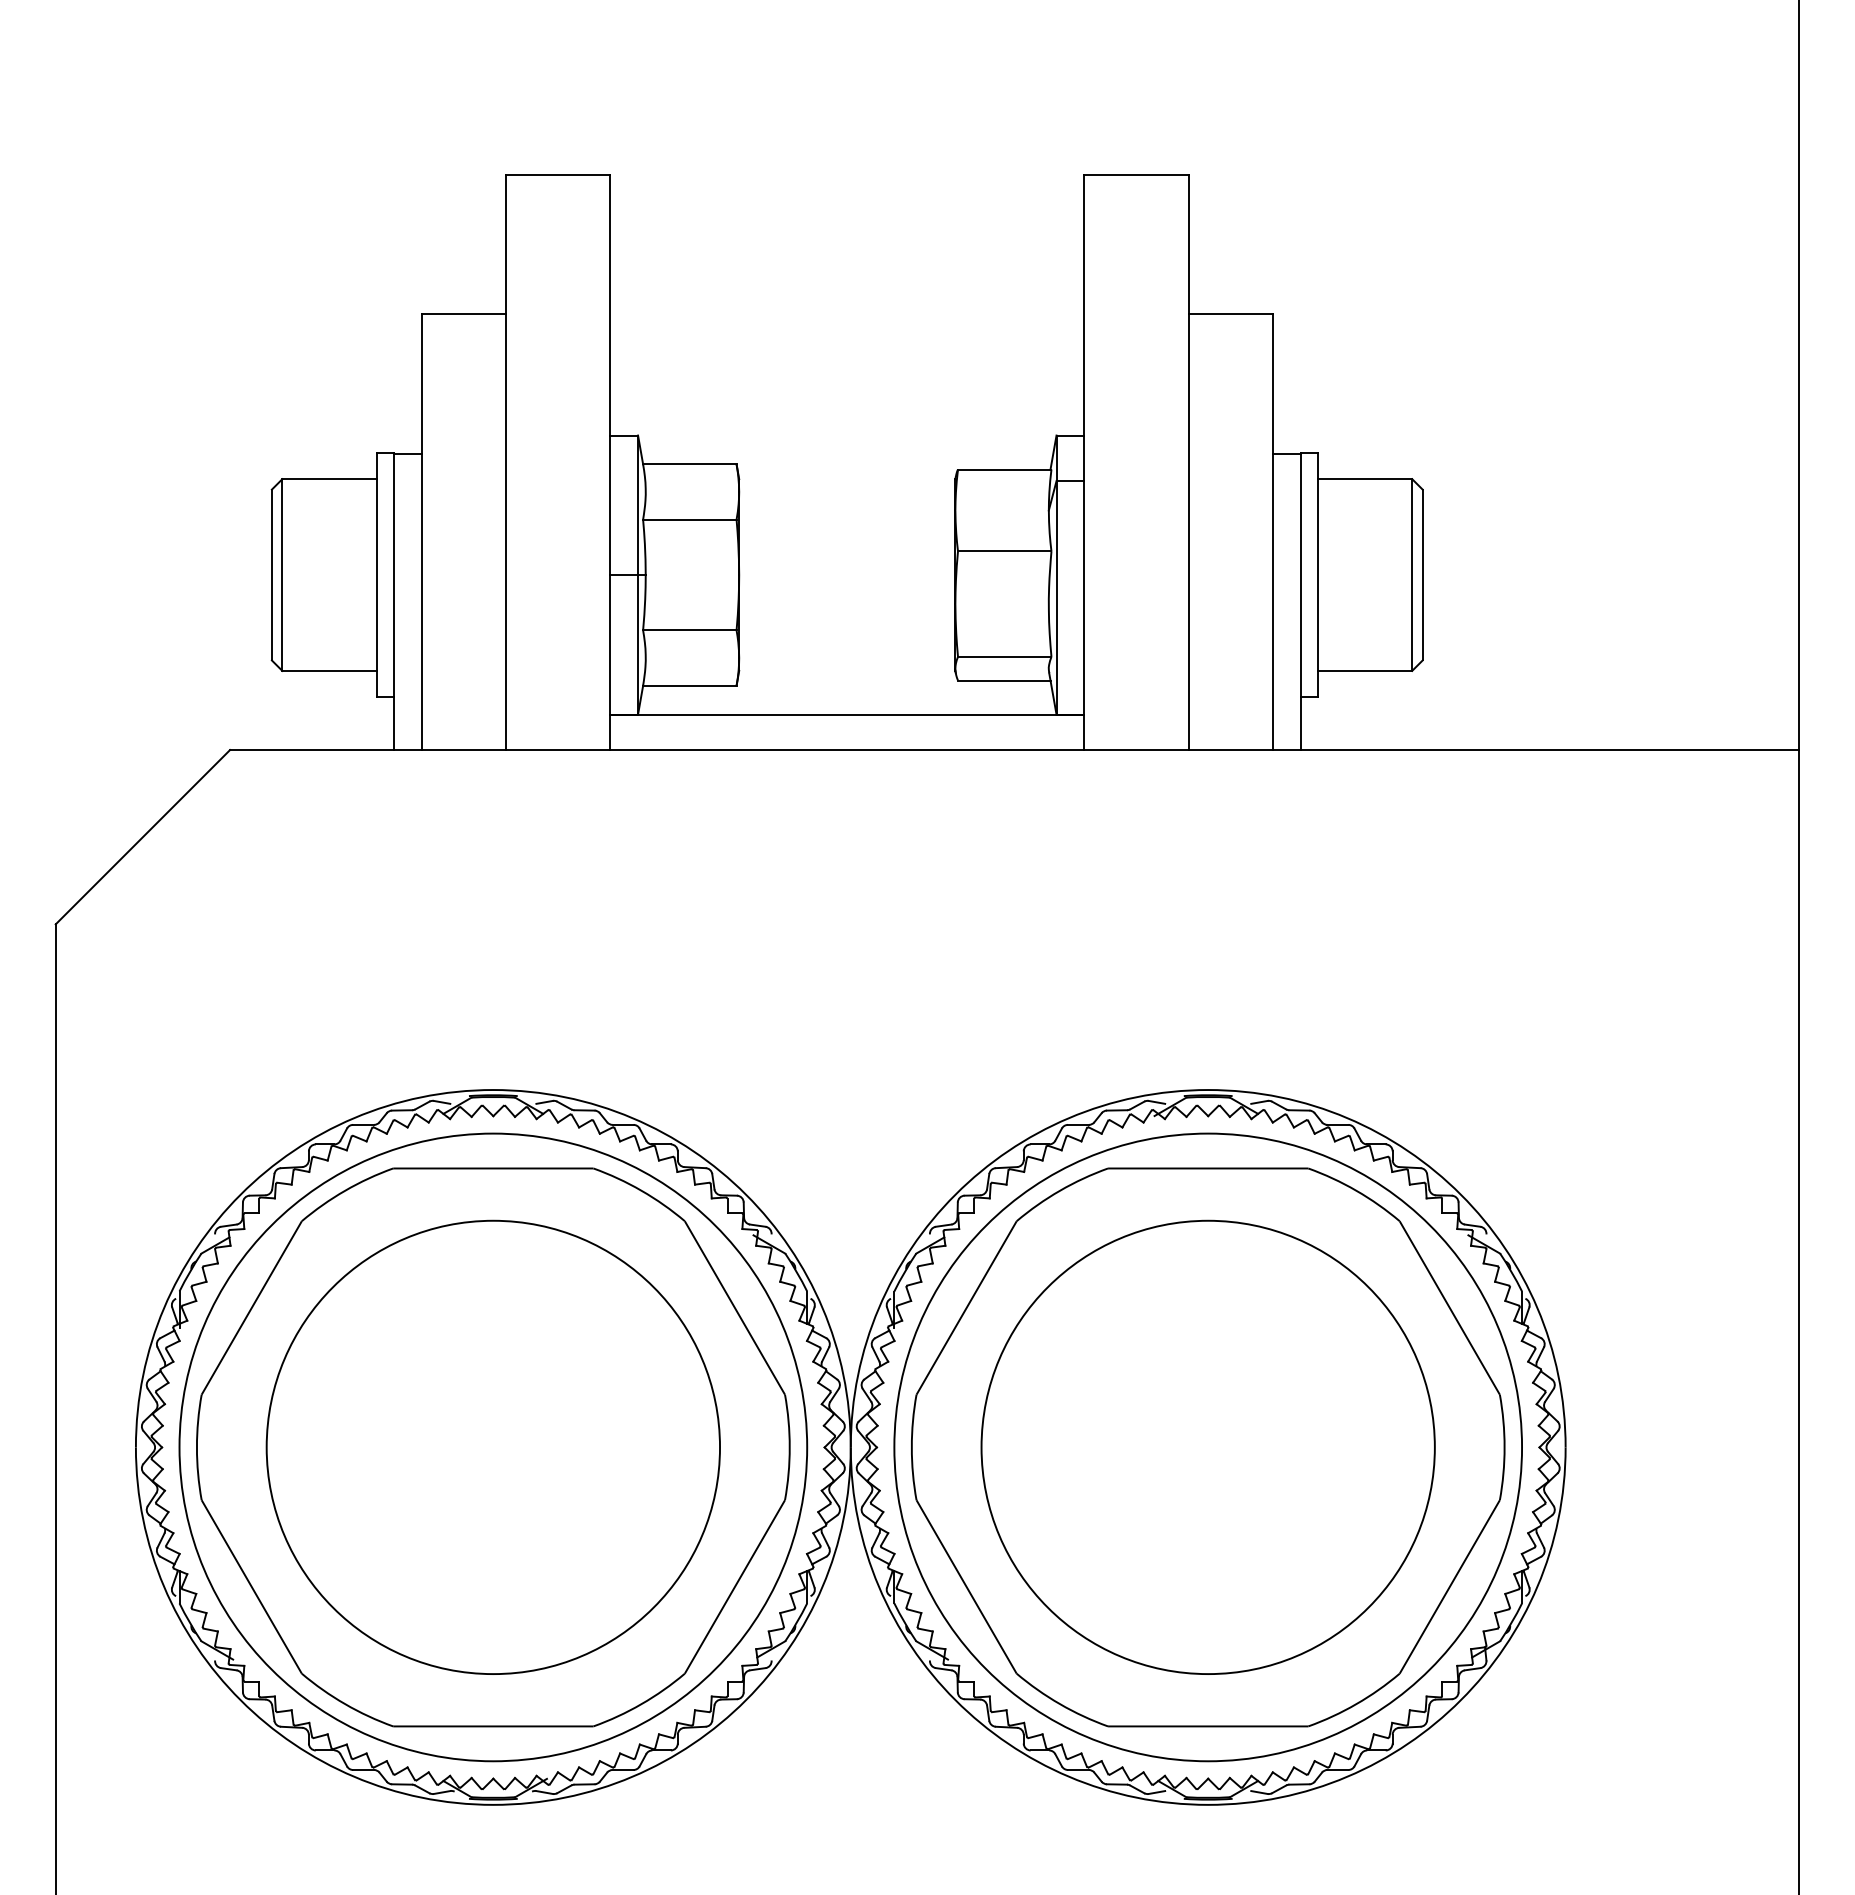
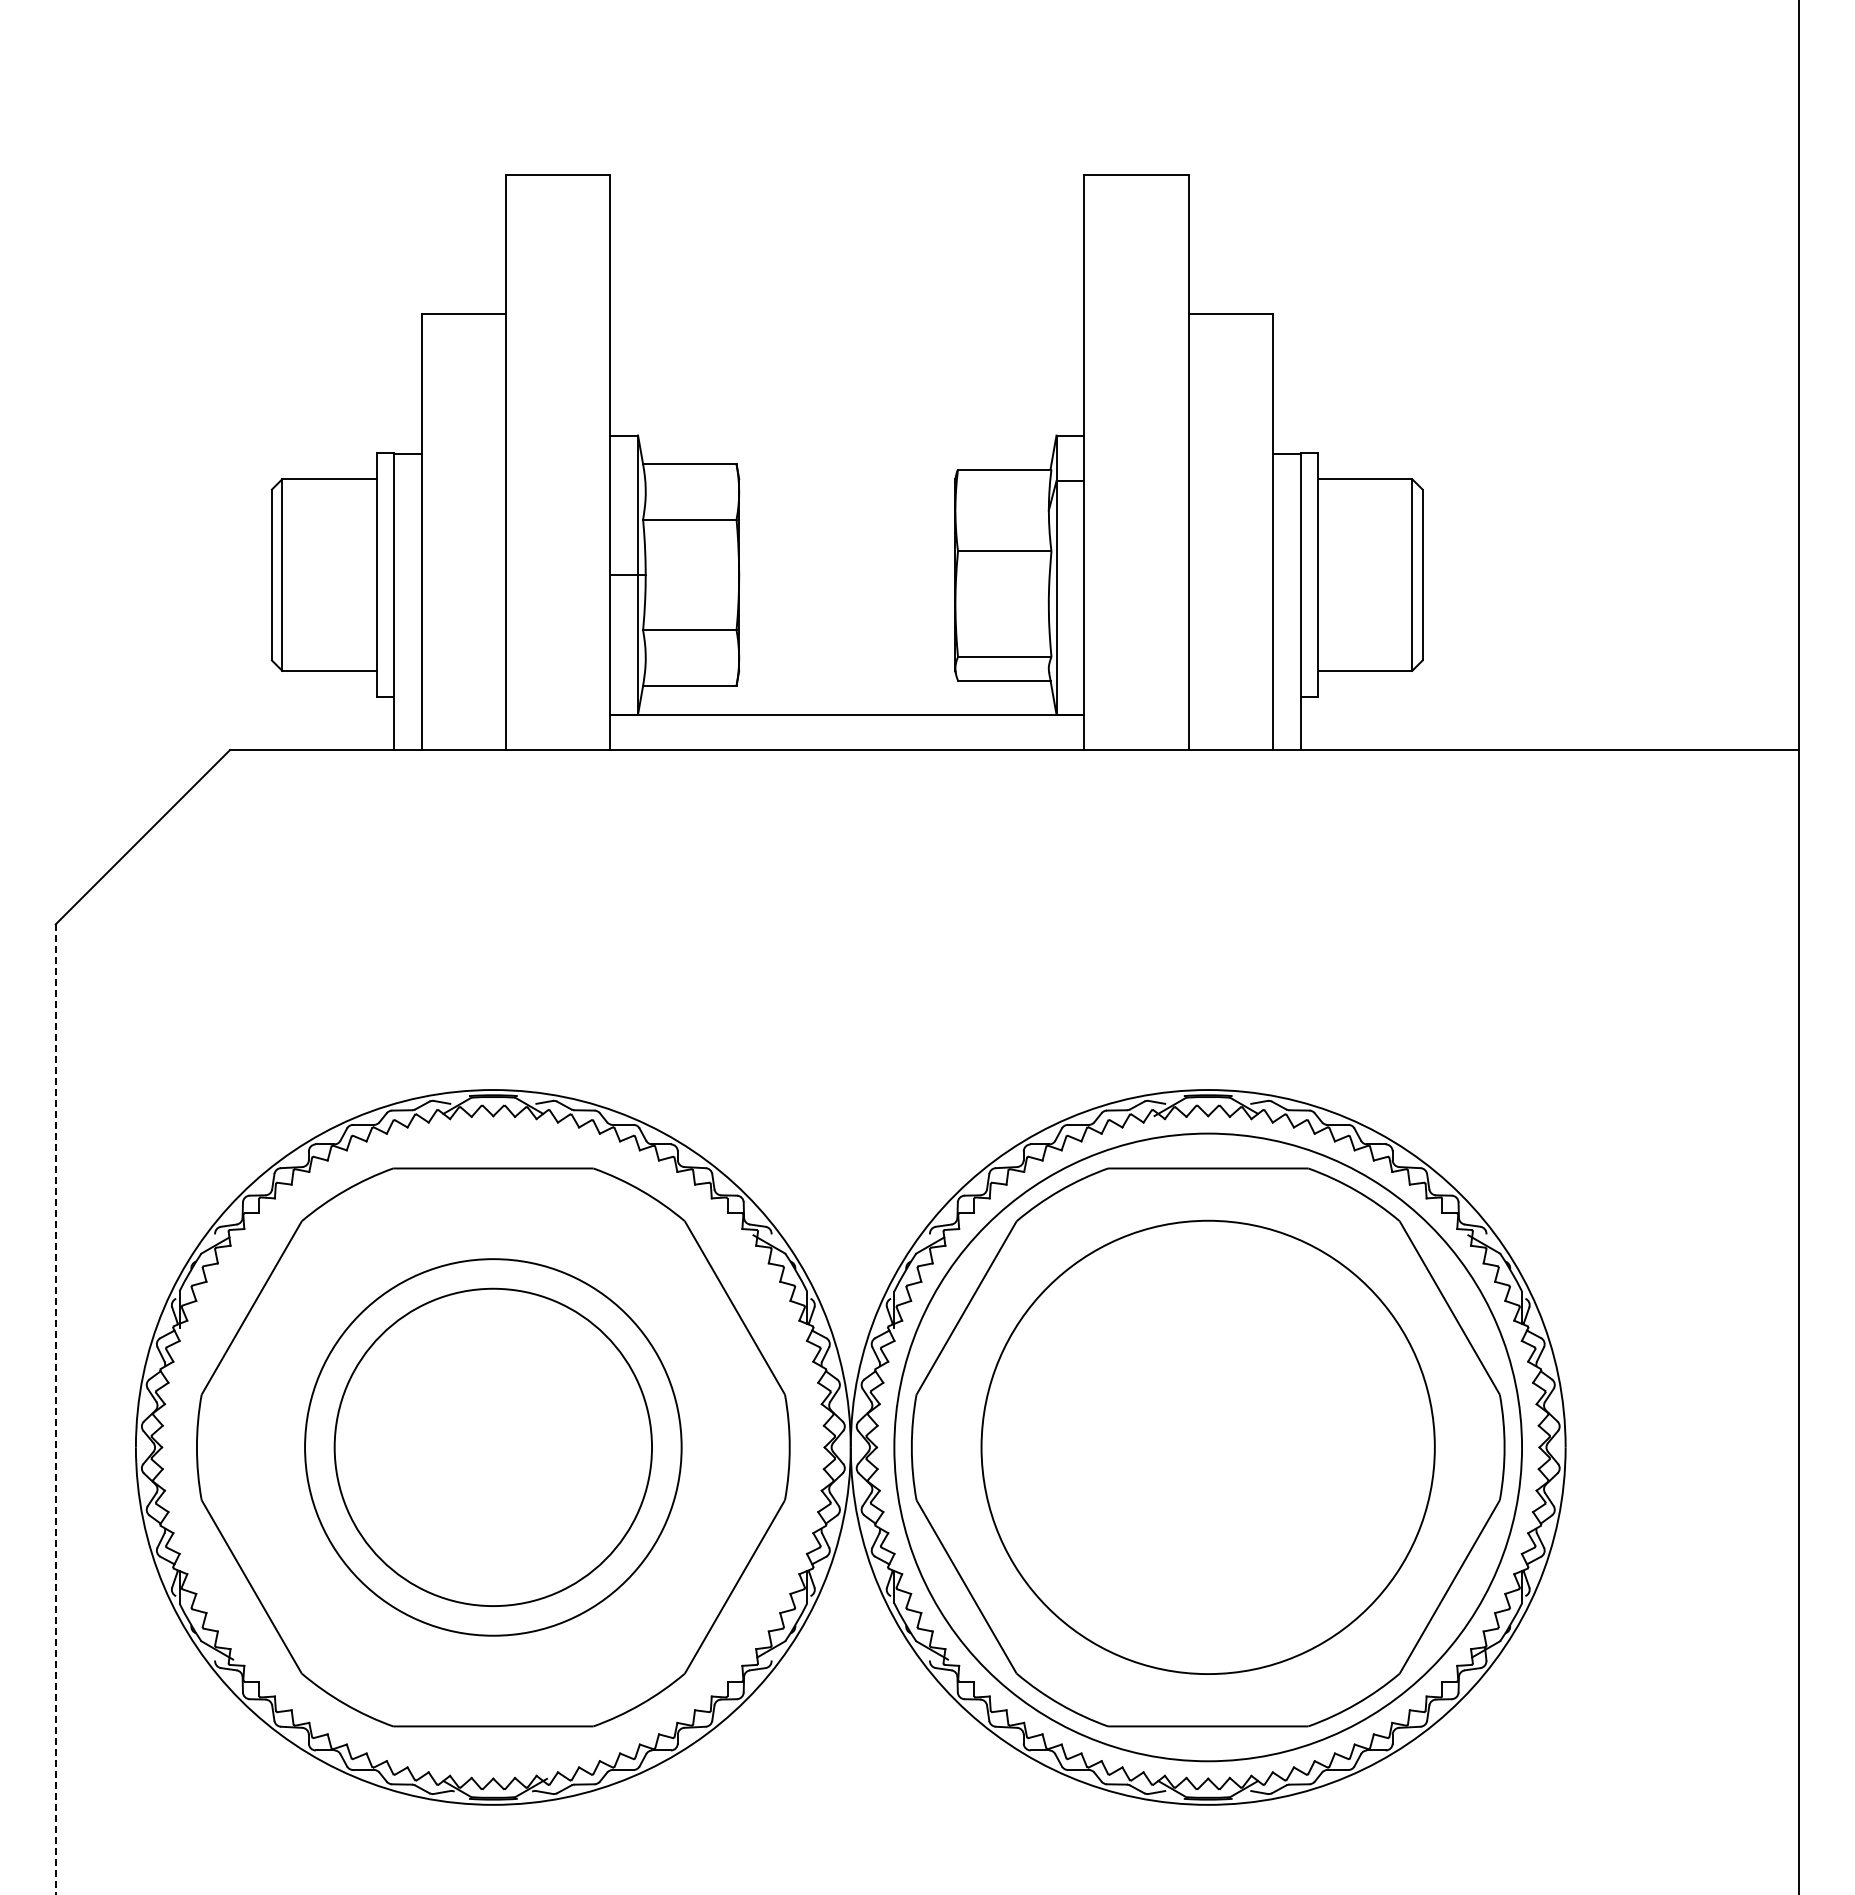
line at (55, 1409): solid -> dashed
circle at (493, 1447) diameter: 453 px -> 317 px
circle at (493, 1447) diameter: 628 px -> 377 px
